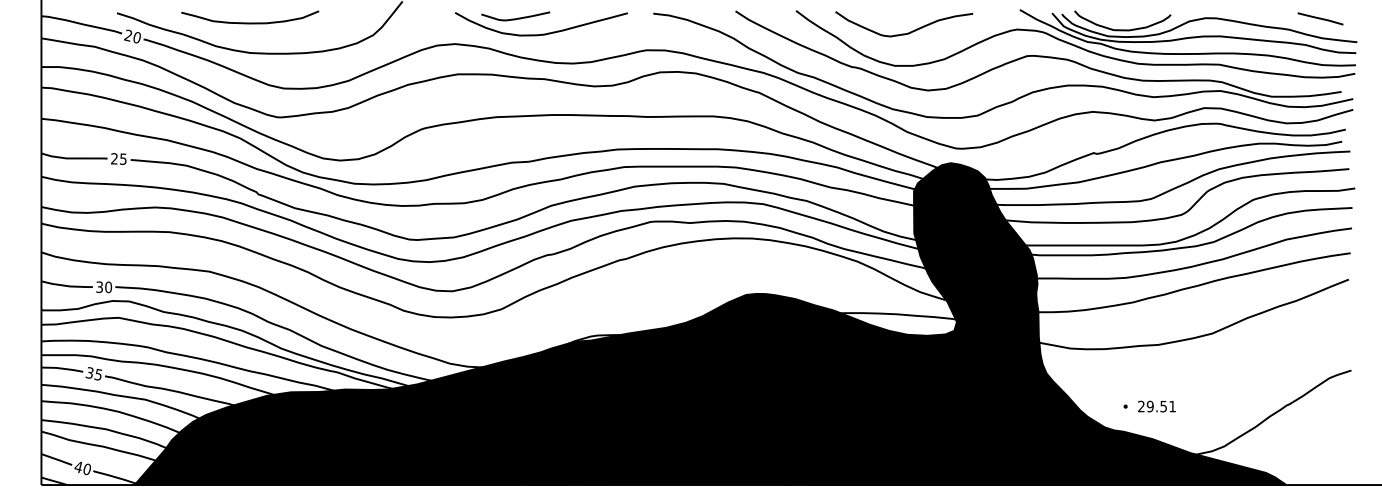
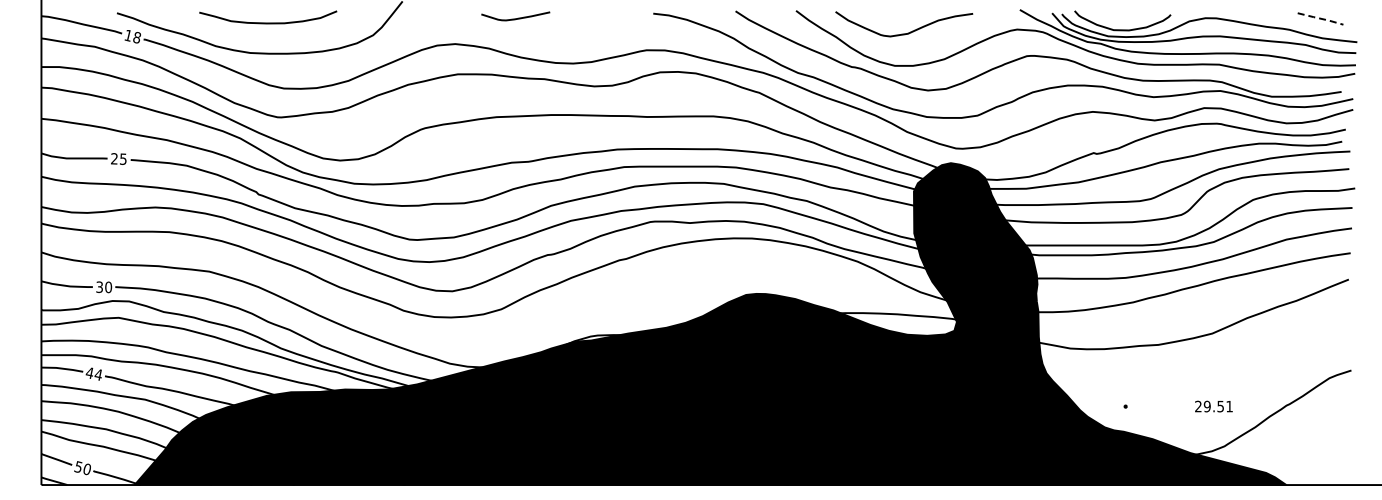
line at (1321, 18): solid -> dashed
curve at (250, 22) position: (250, 22) -> (268, 22)
curve at (542, 33): present -> none
text at (132, 36): 20 -> 18
text at (93, 373): 35 -> 44
text at (1156, 406) position: (1156, 406) -> (1213, 406)
text at (78, 466): 40 -> 50
